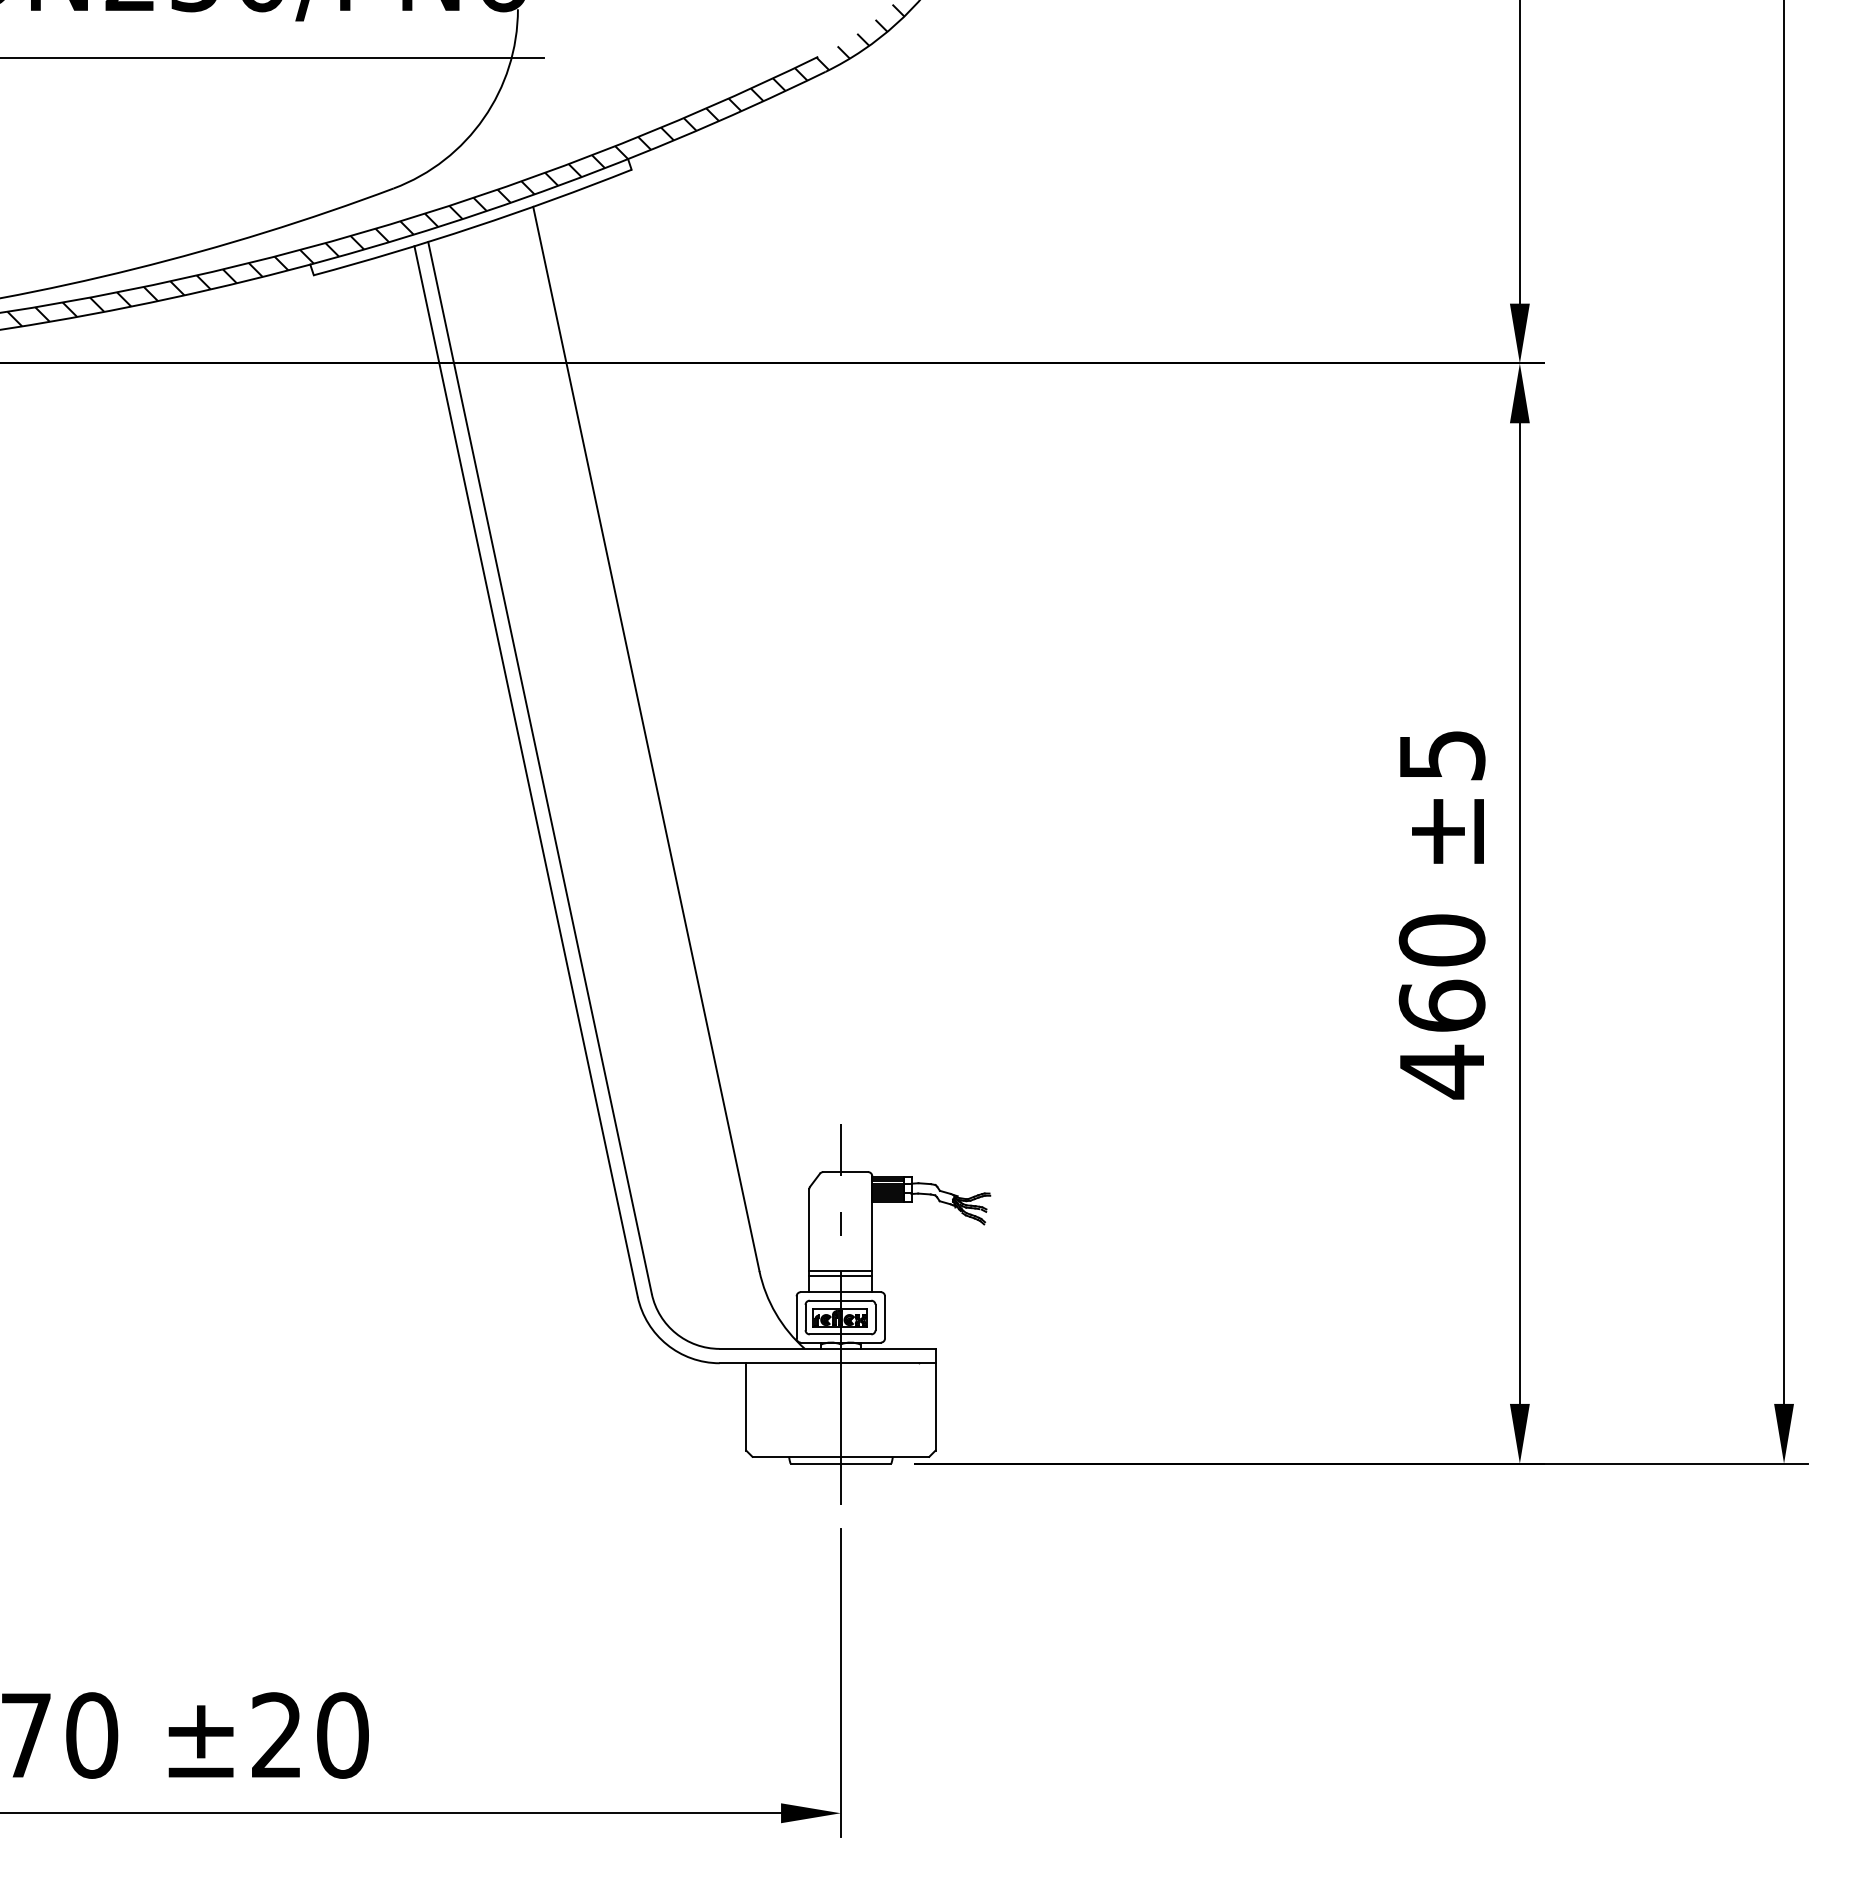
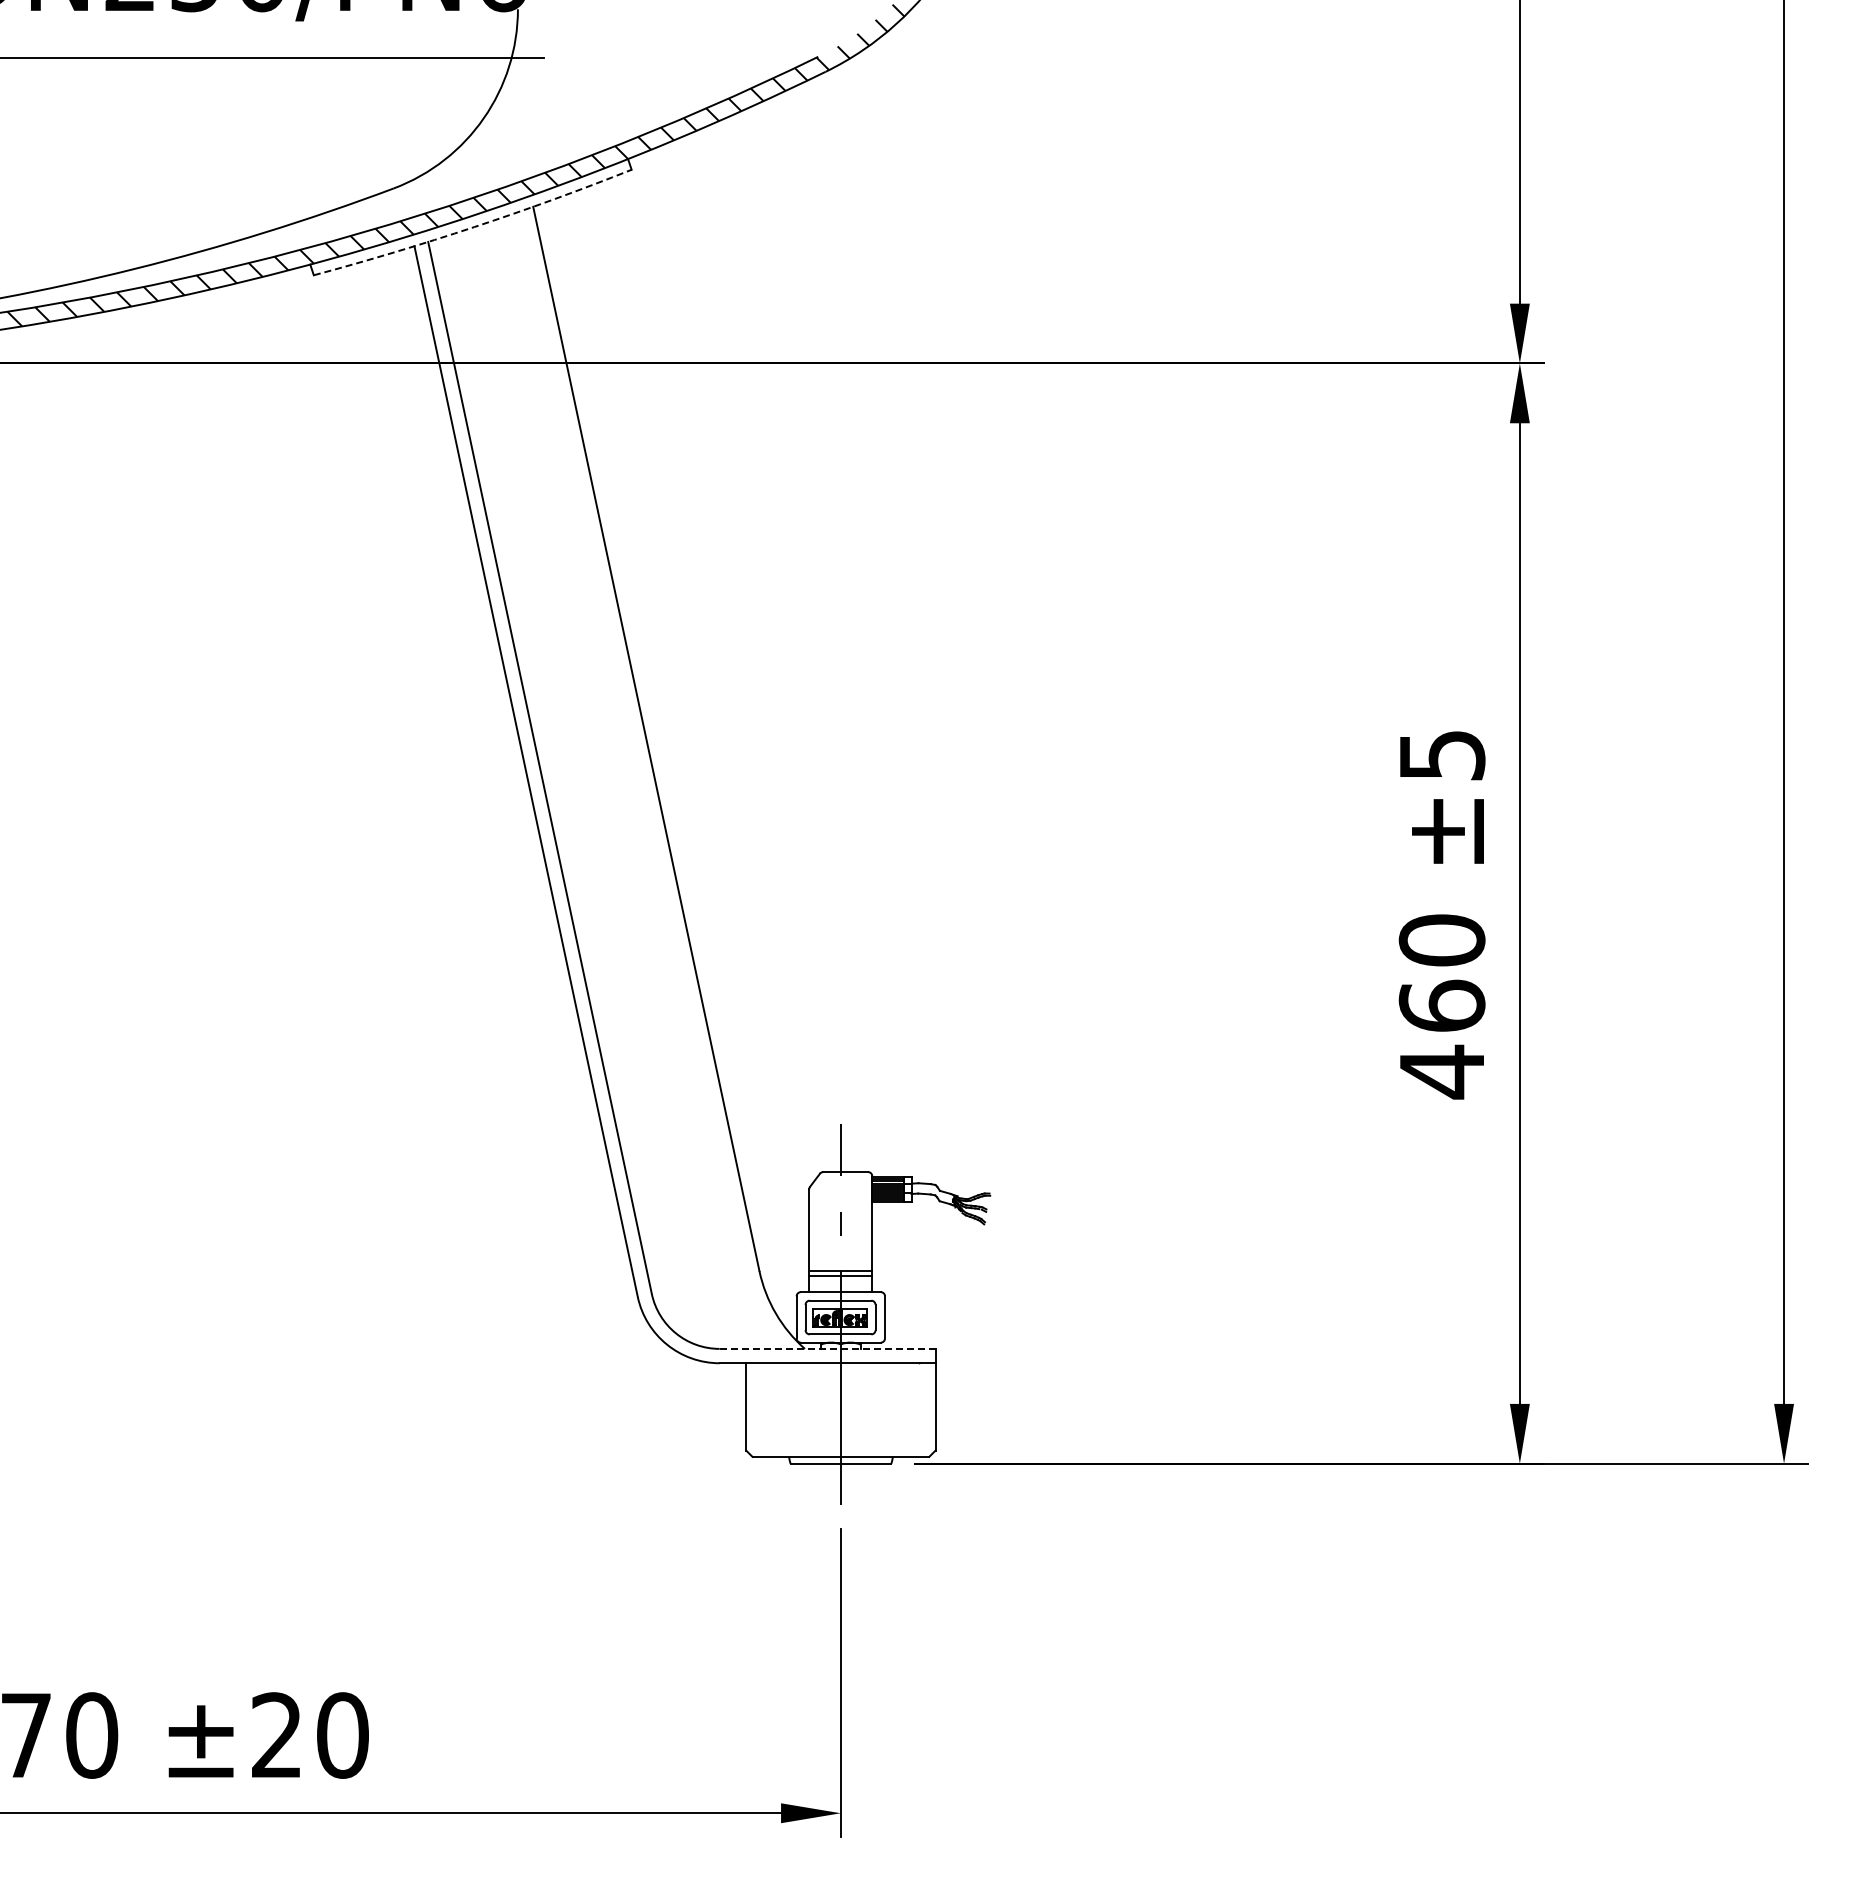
arc at (474, 227): solid -> dashed
line at (827, 1348): solid -> dashed
